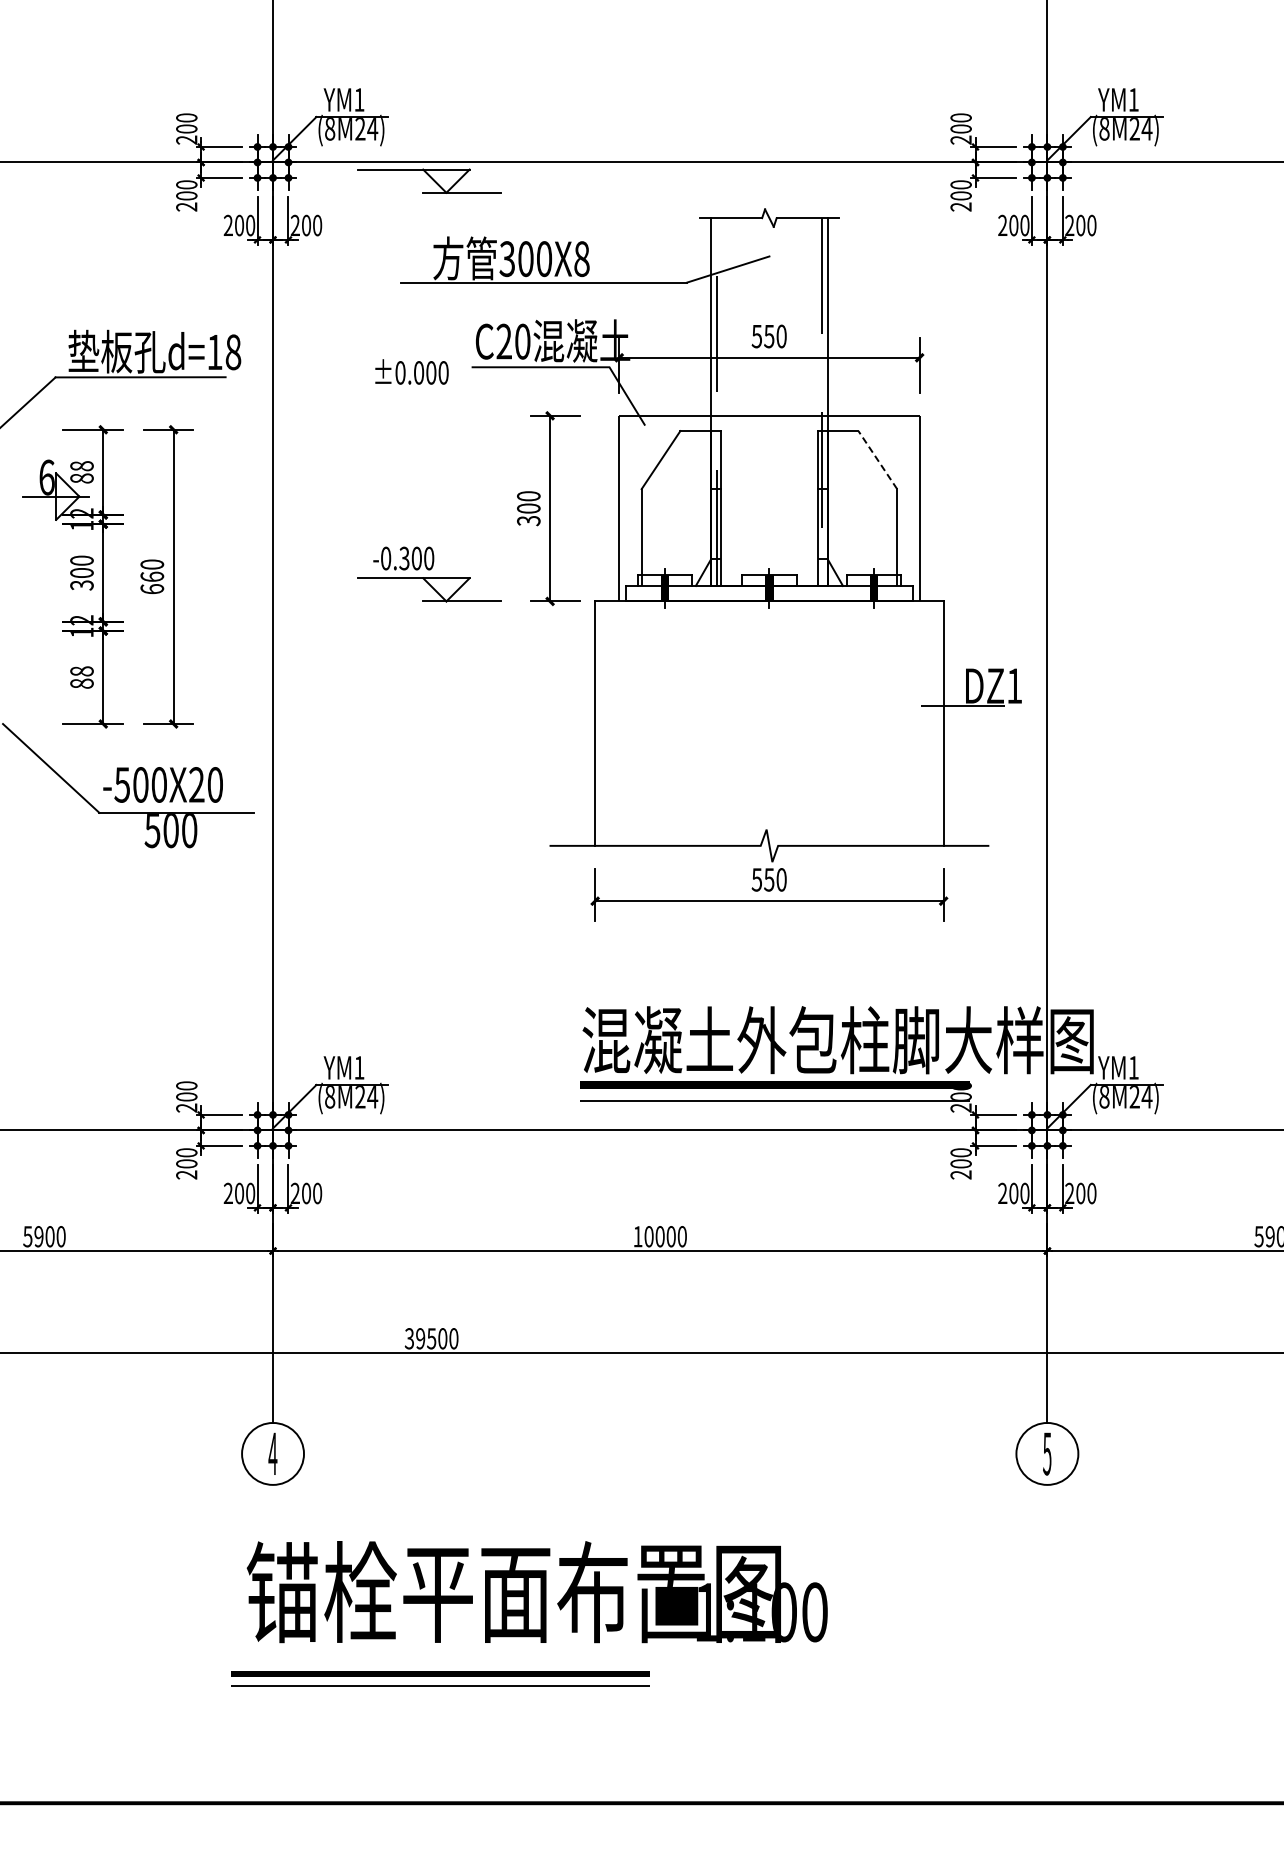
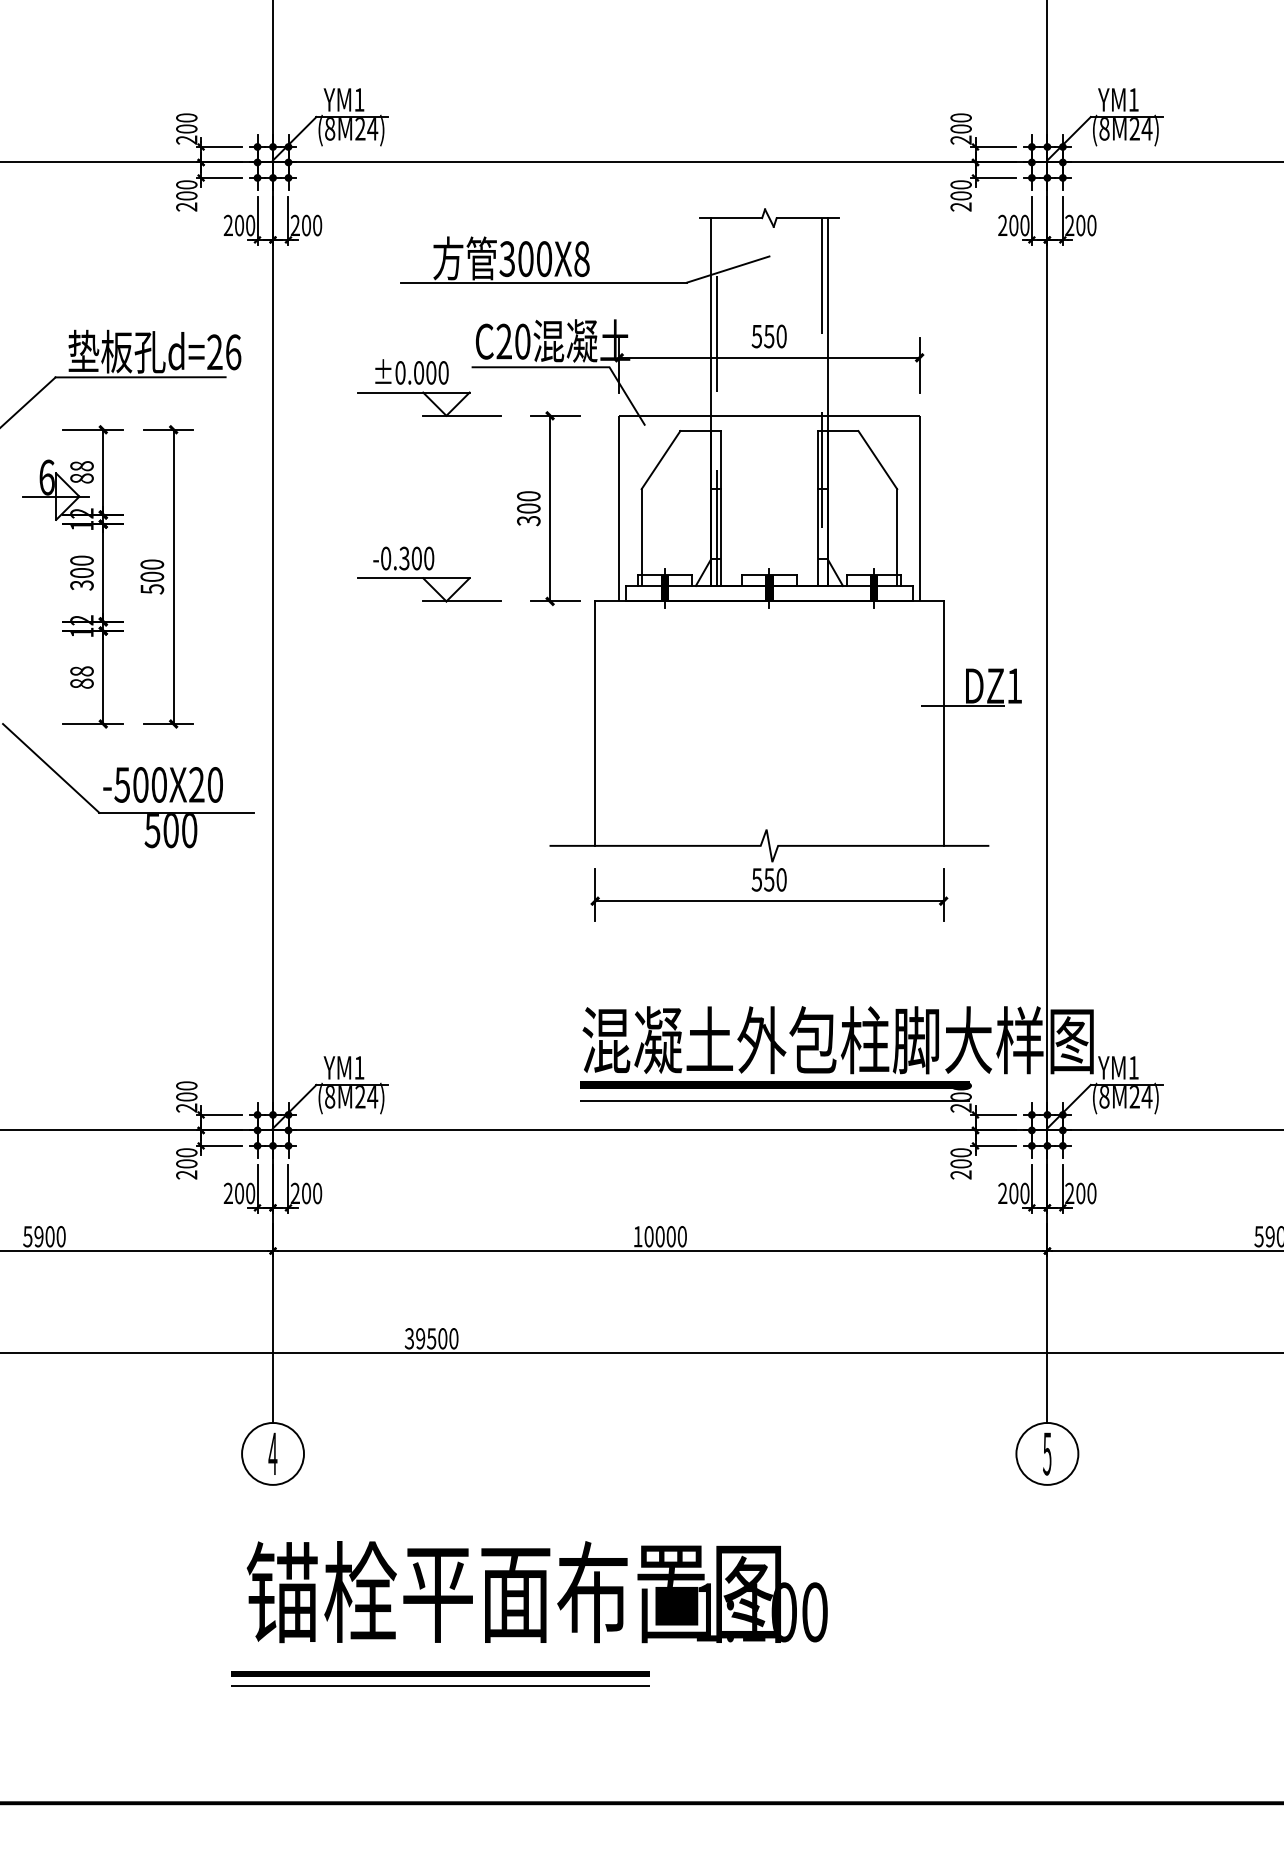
part at (429, 180) position: (429, 180) -> (429, 403)
text at (224, 352): d=18 -> d=26
line at (877, 460): dashed -> solid
text at (152, 582): 660 -> 500
